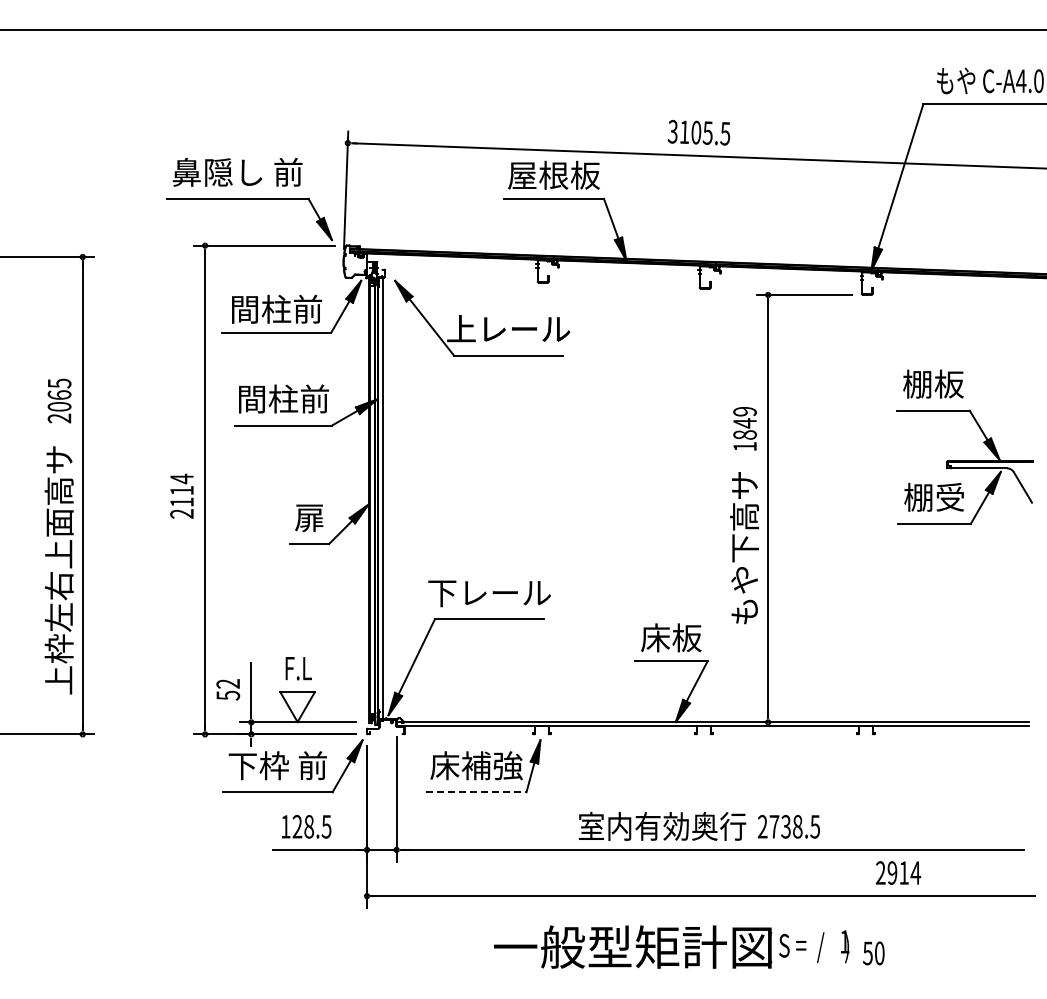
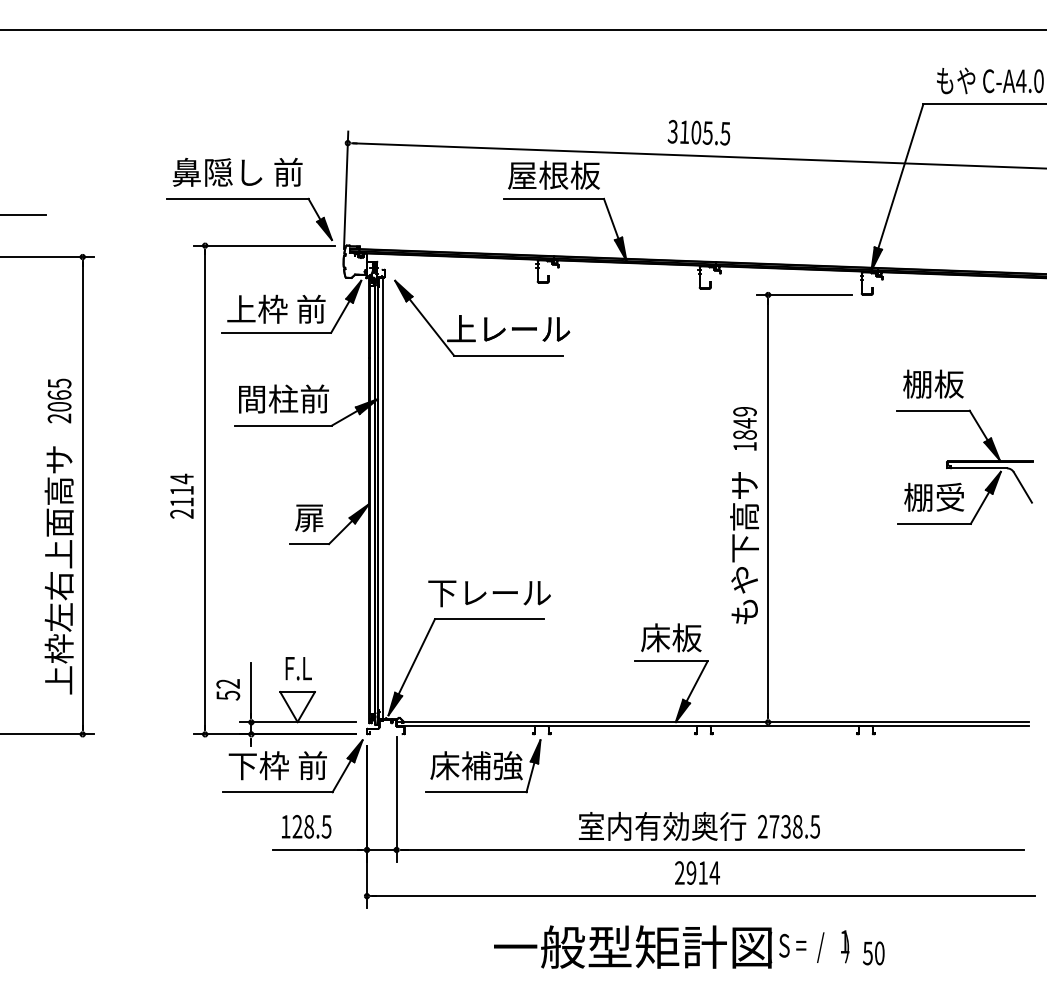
line at (23, 215): none -> present
text at (276, 308): 間柱前 -> 上枠 前
line at (476, 792): dashed -> solid
text at (898, 872) position: (898, 872) -> (697, 872)
